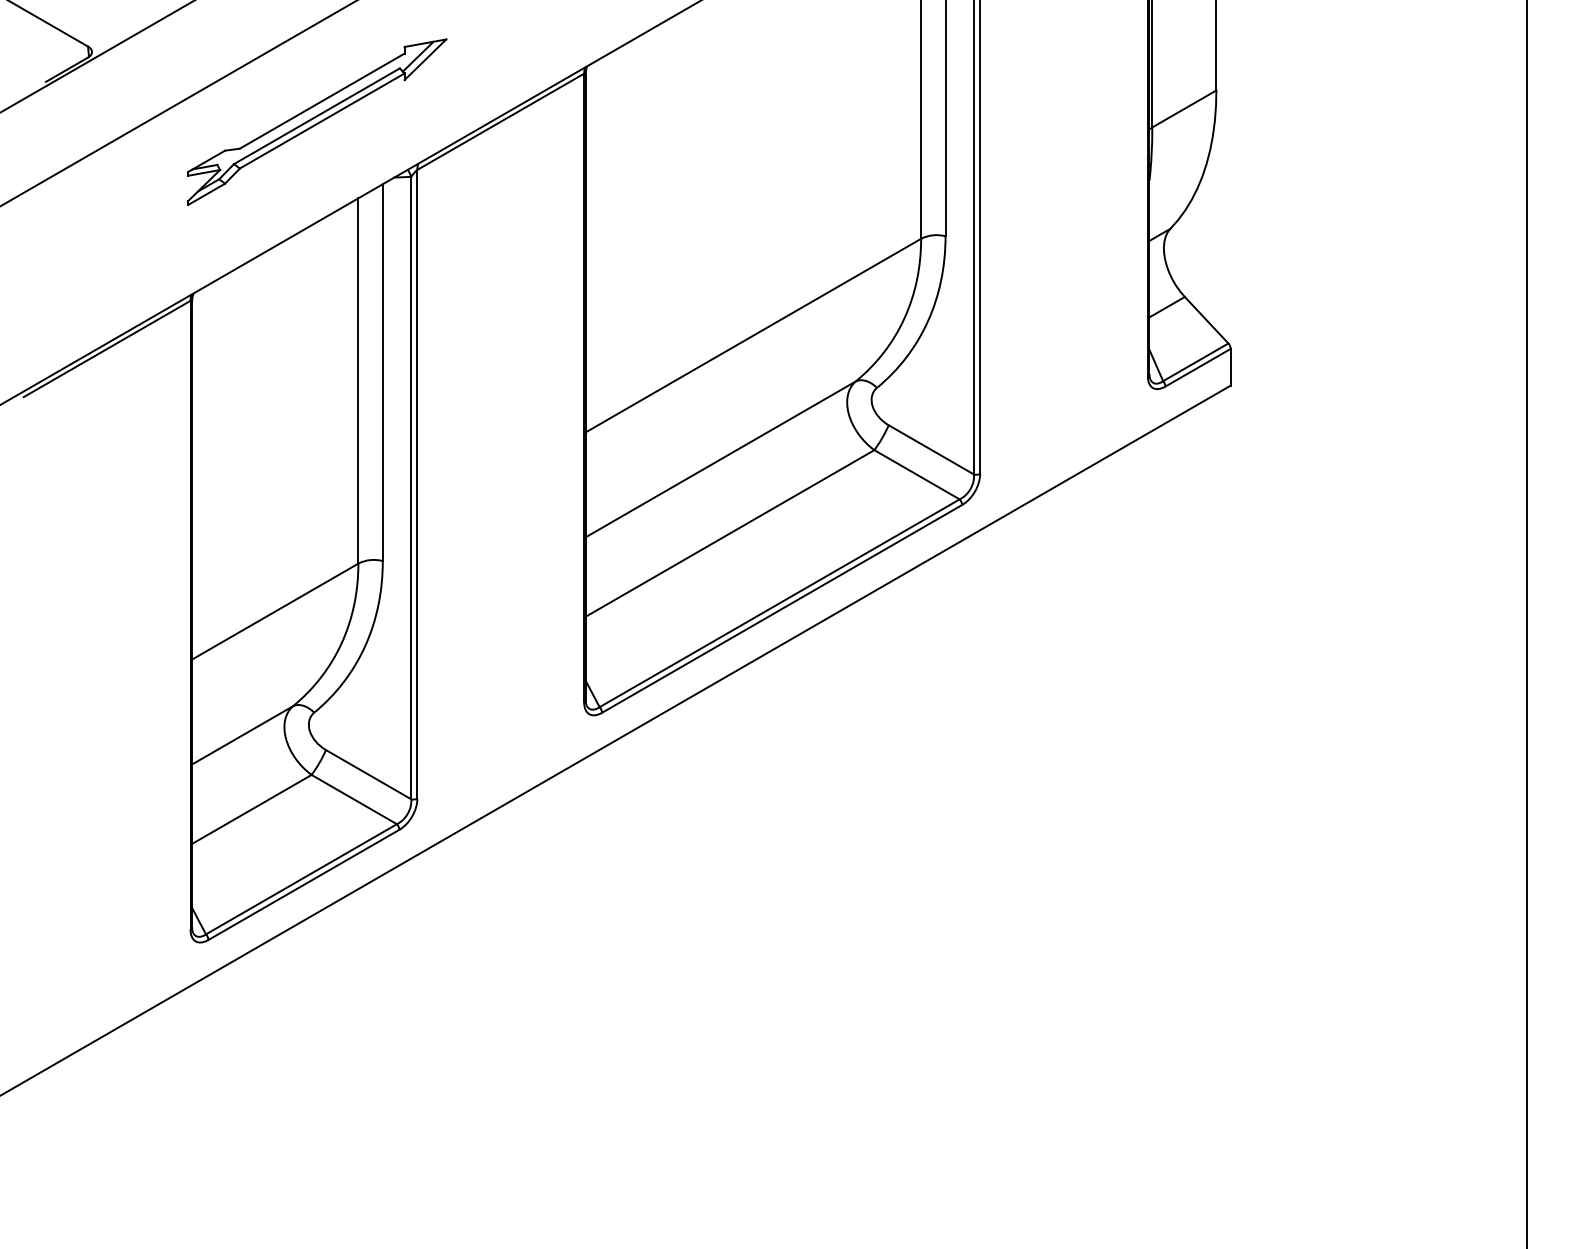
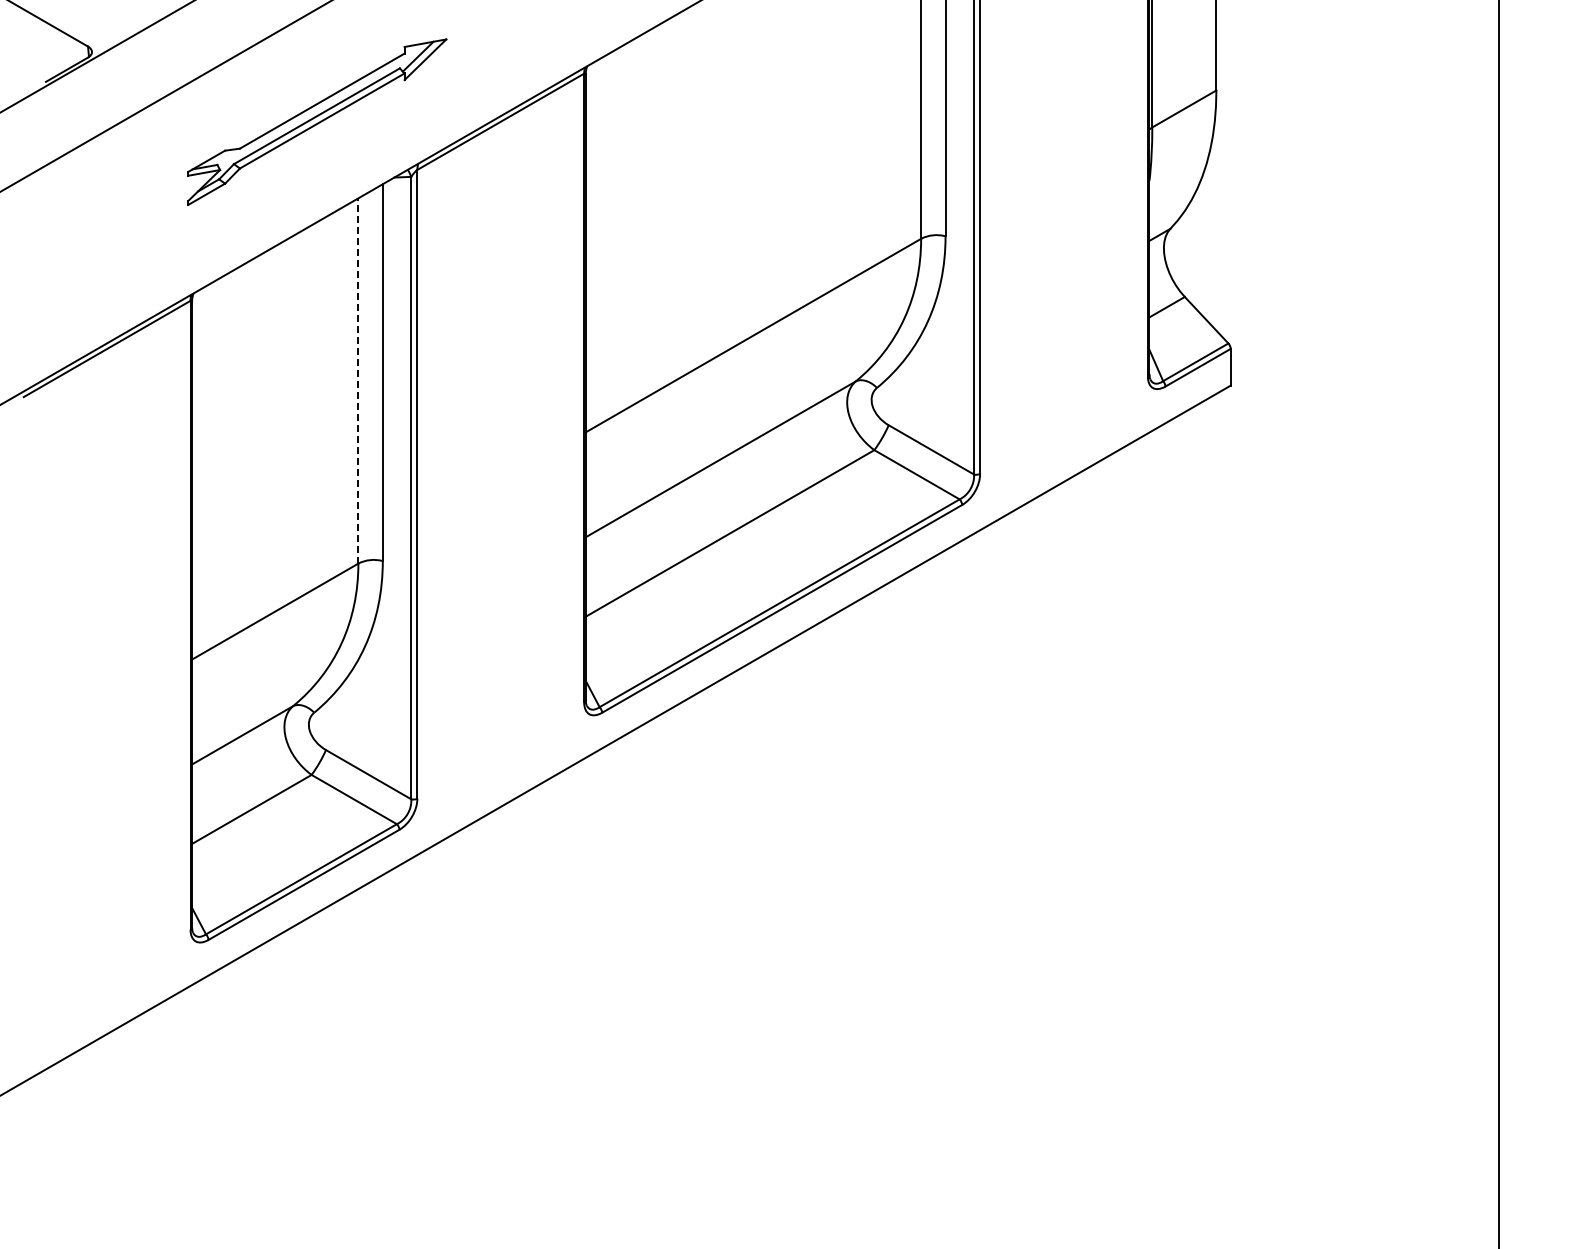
line at (177, 103) position: (177, 103) -> (165, 96)
line at (358, 380): solid -> dashed
line at (1526, 623) position: (1526, 623) -> (1498, 623)
